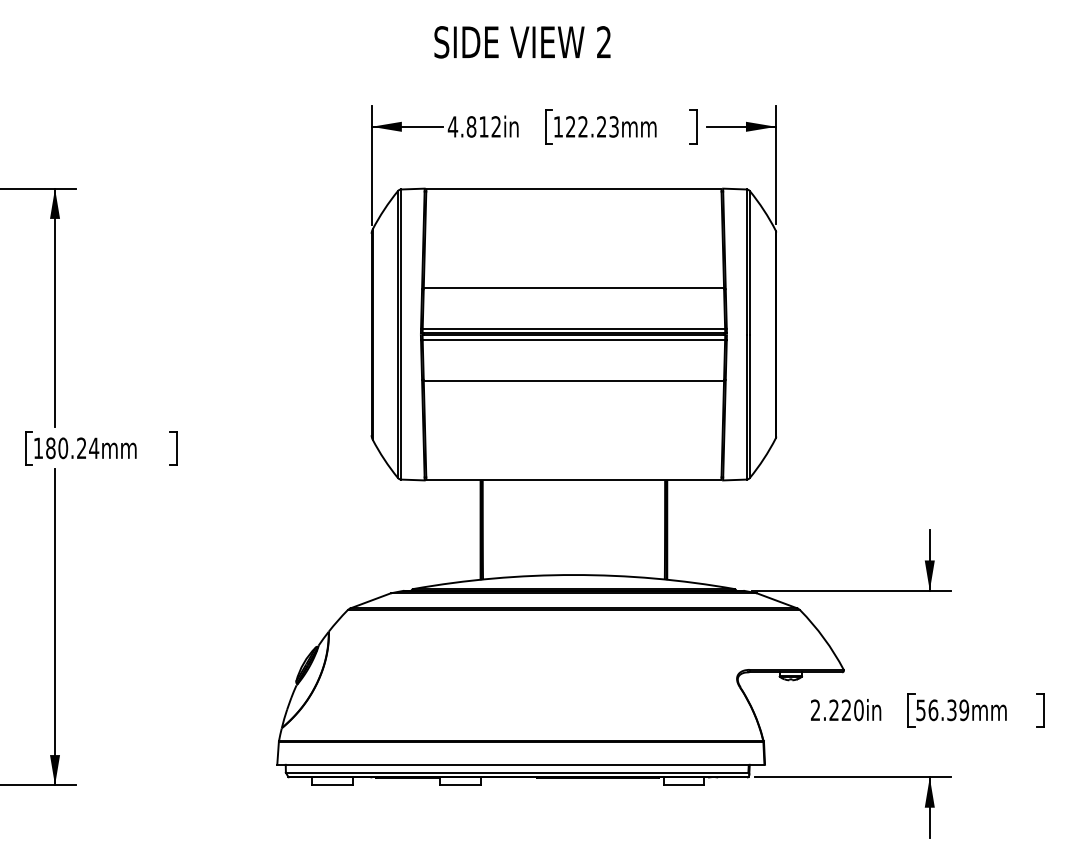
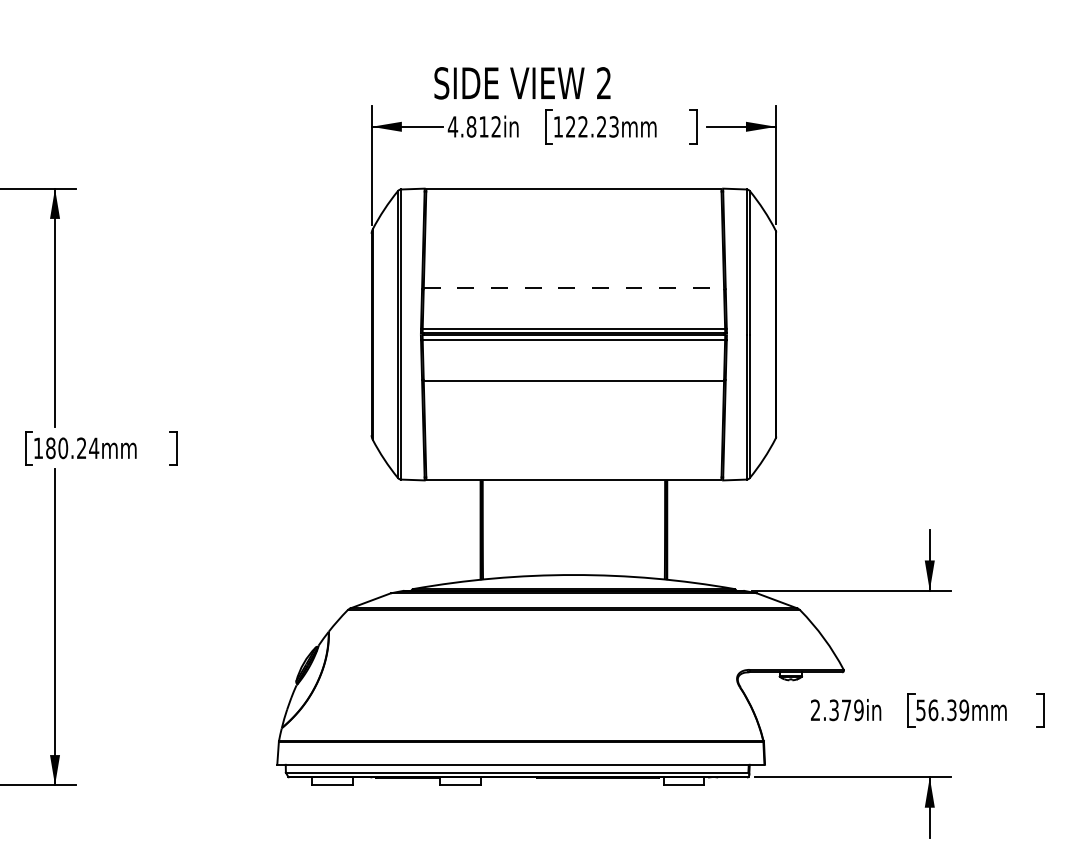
text at (522, 42) position: (522, 42) -> (522, 83)
line at (574, 288): solid -> dashed
text at (846, 710): 2.220in -> 2.379in
